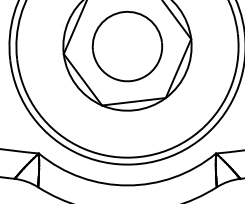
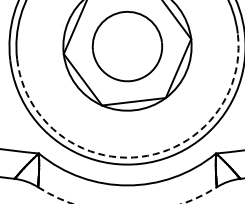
arc at (140, 156): solid -> dashed
arc at (182, 203): solid -> dashed
